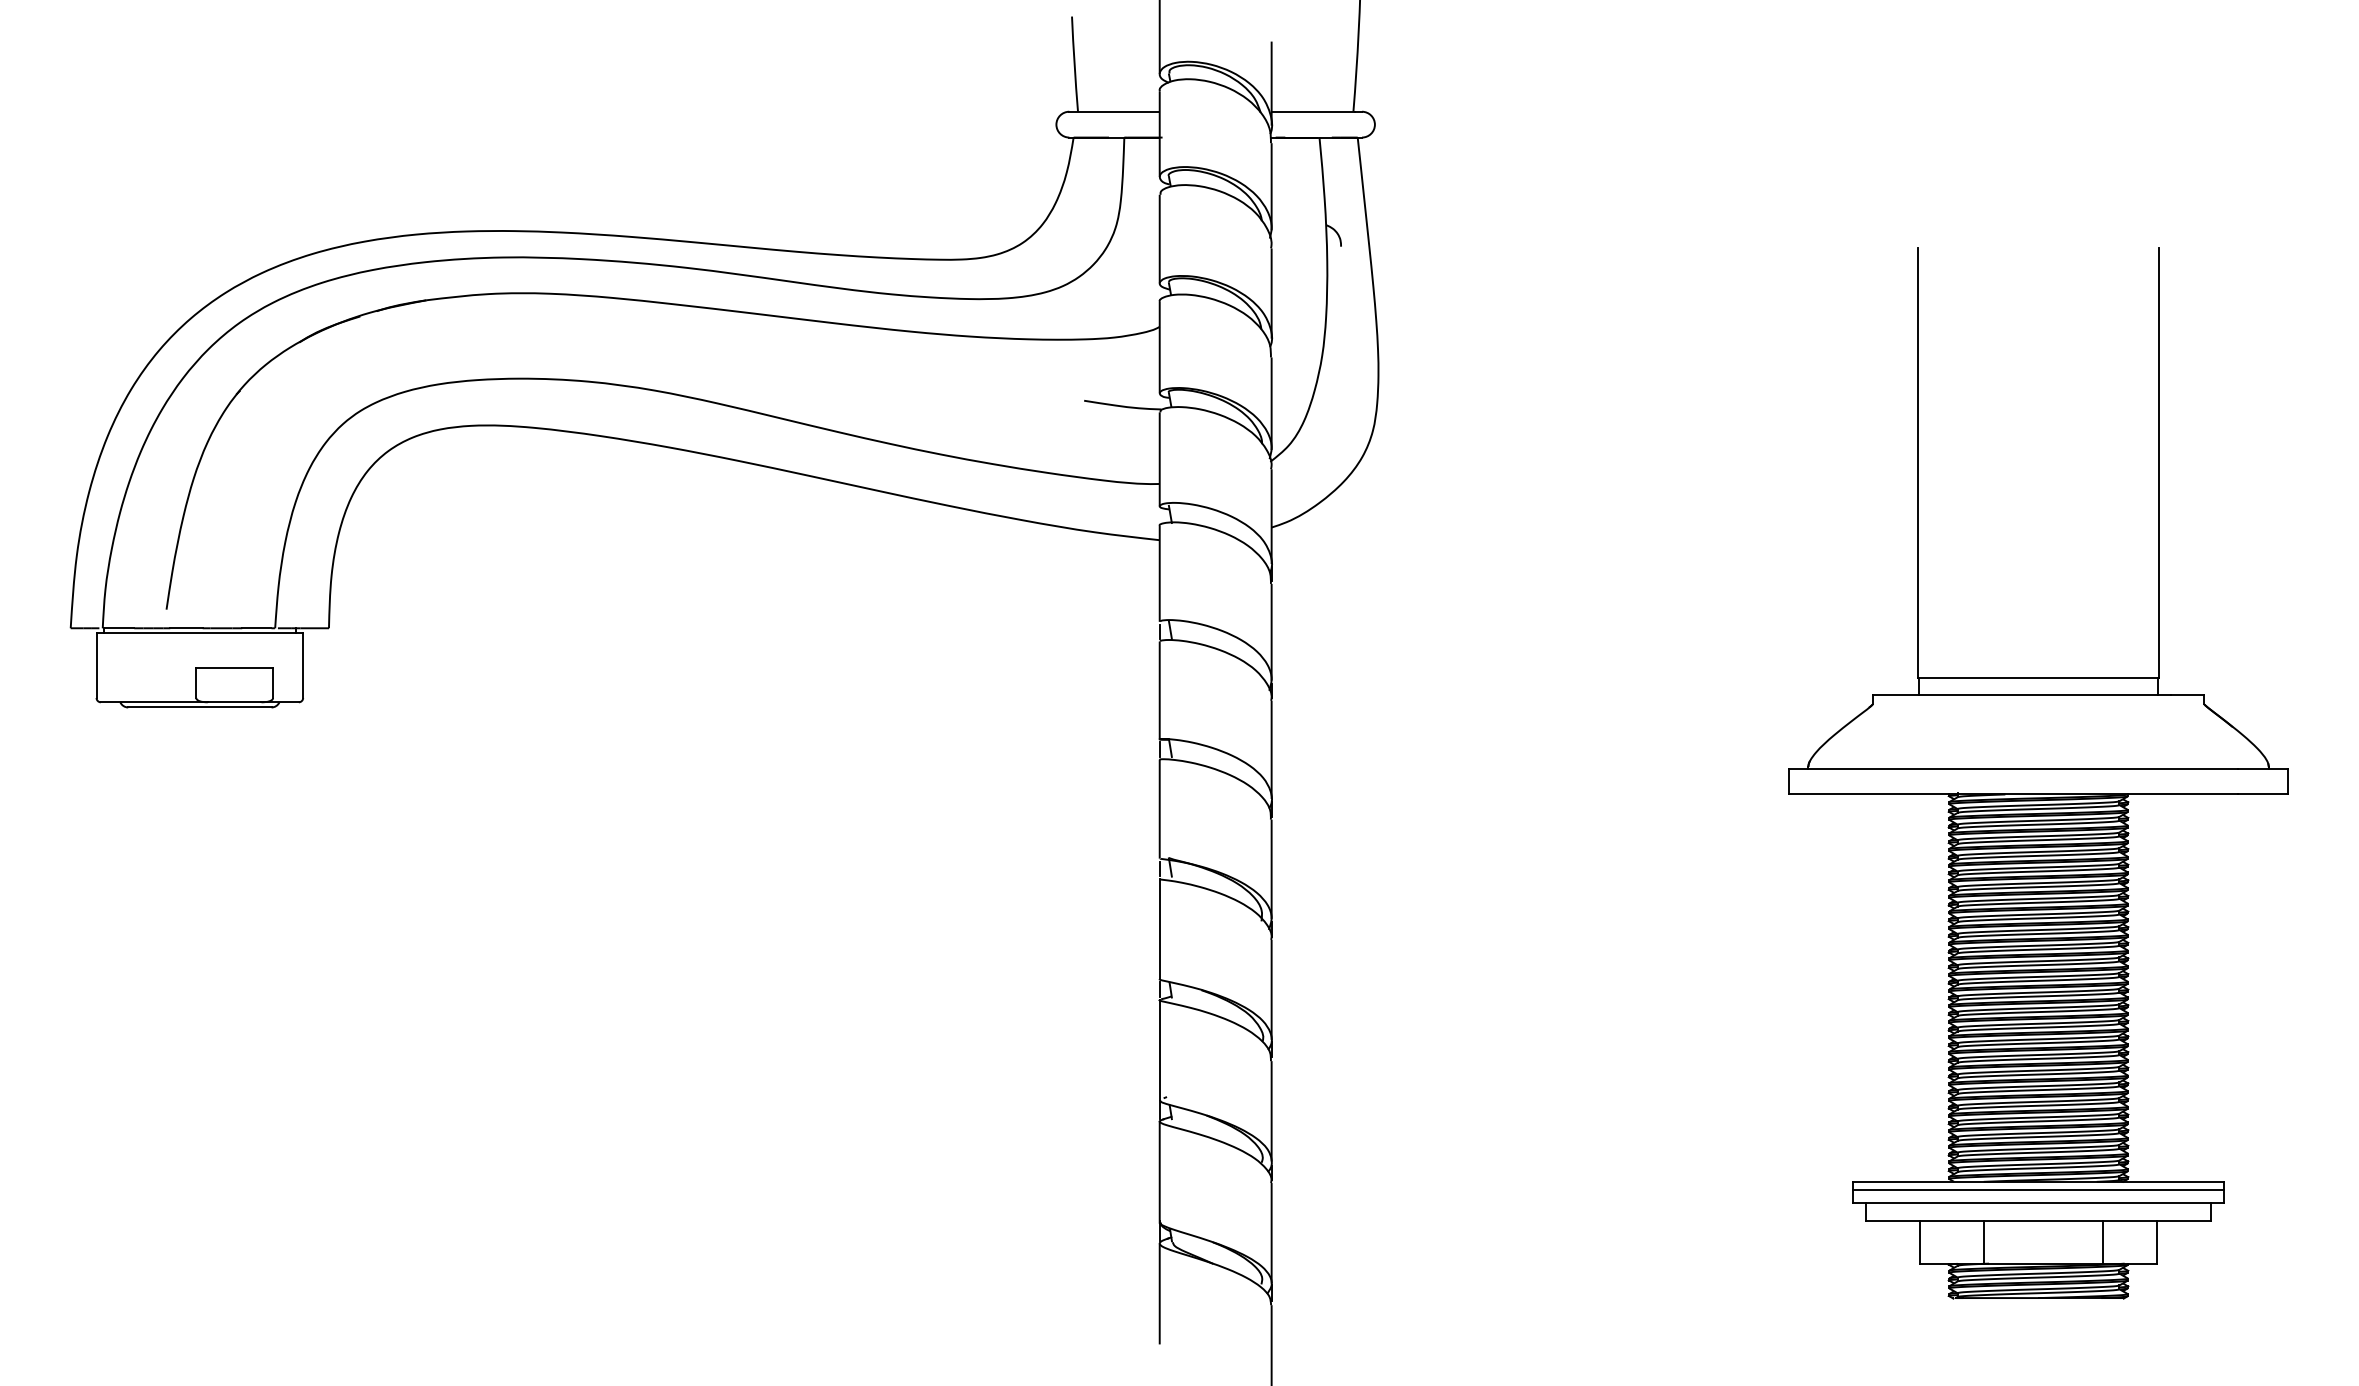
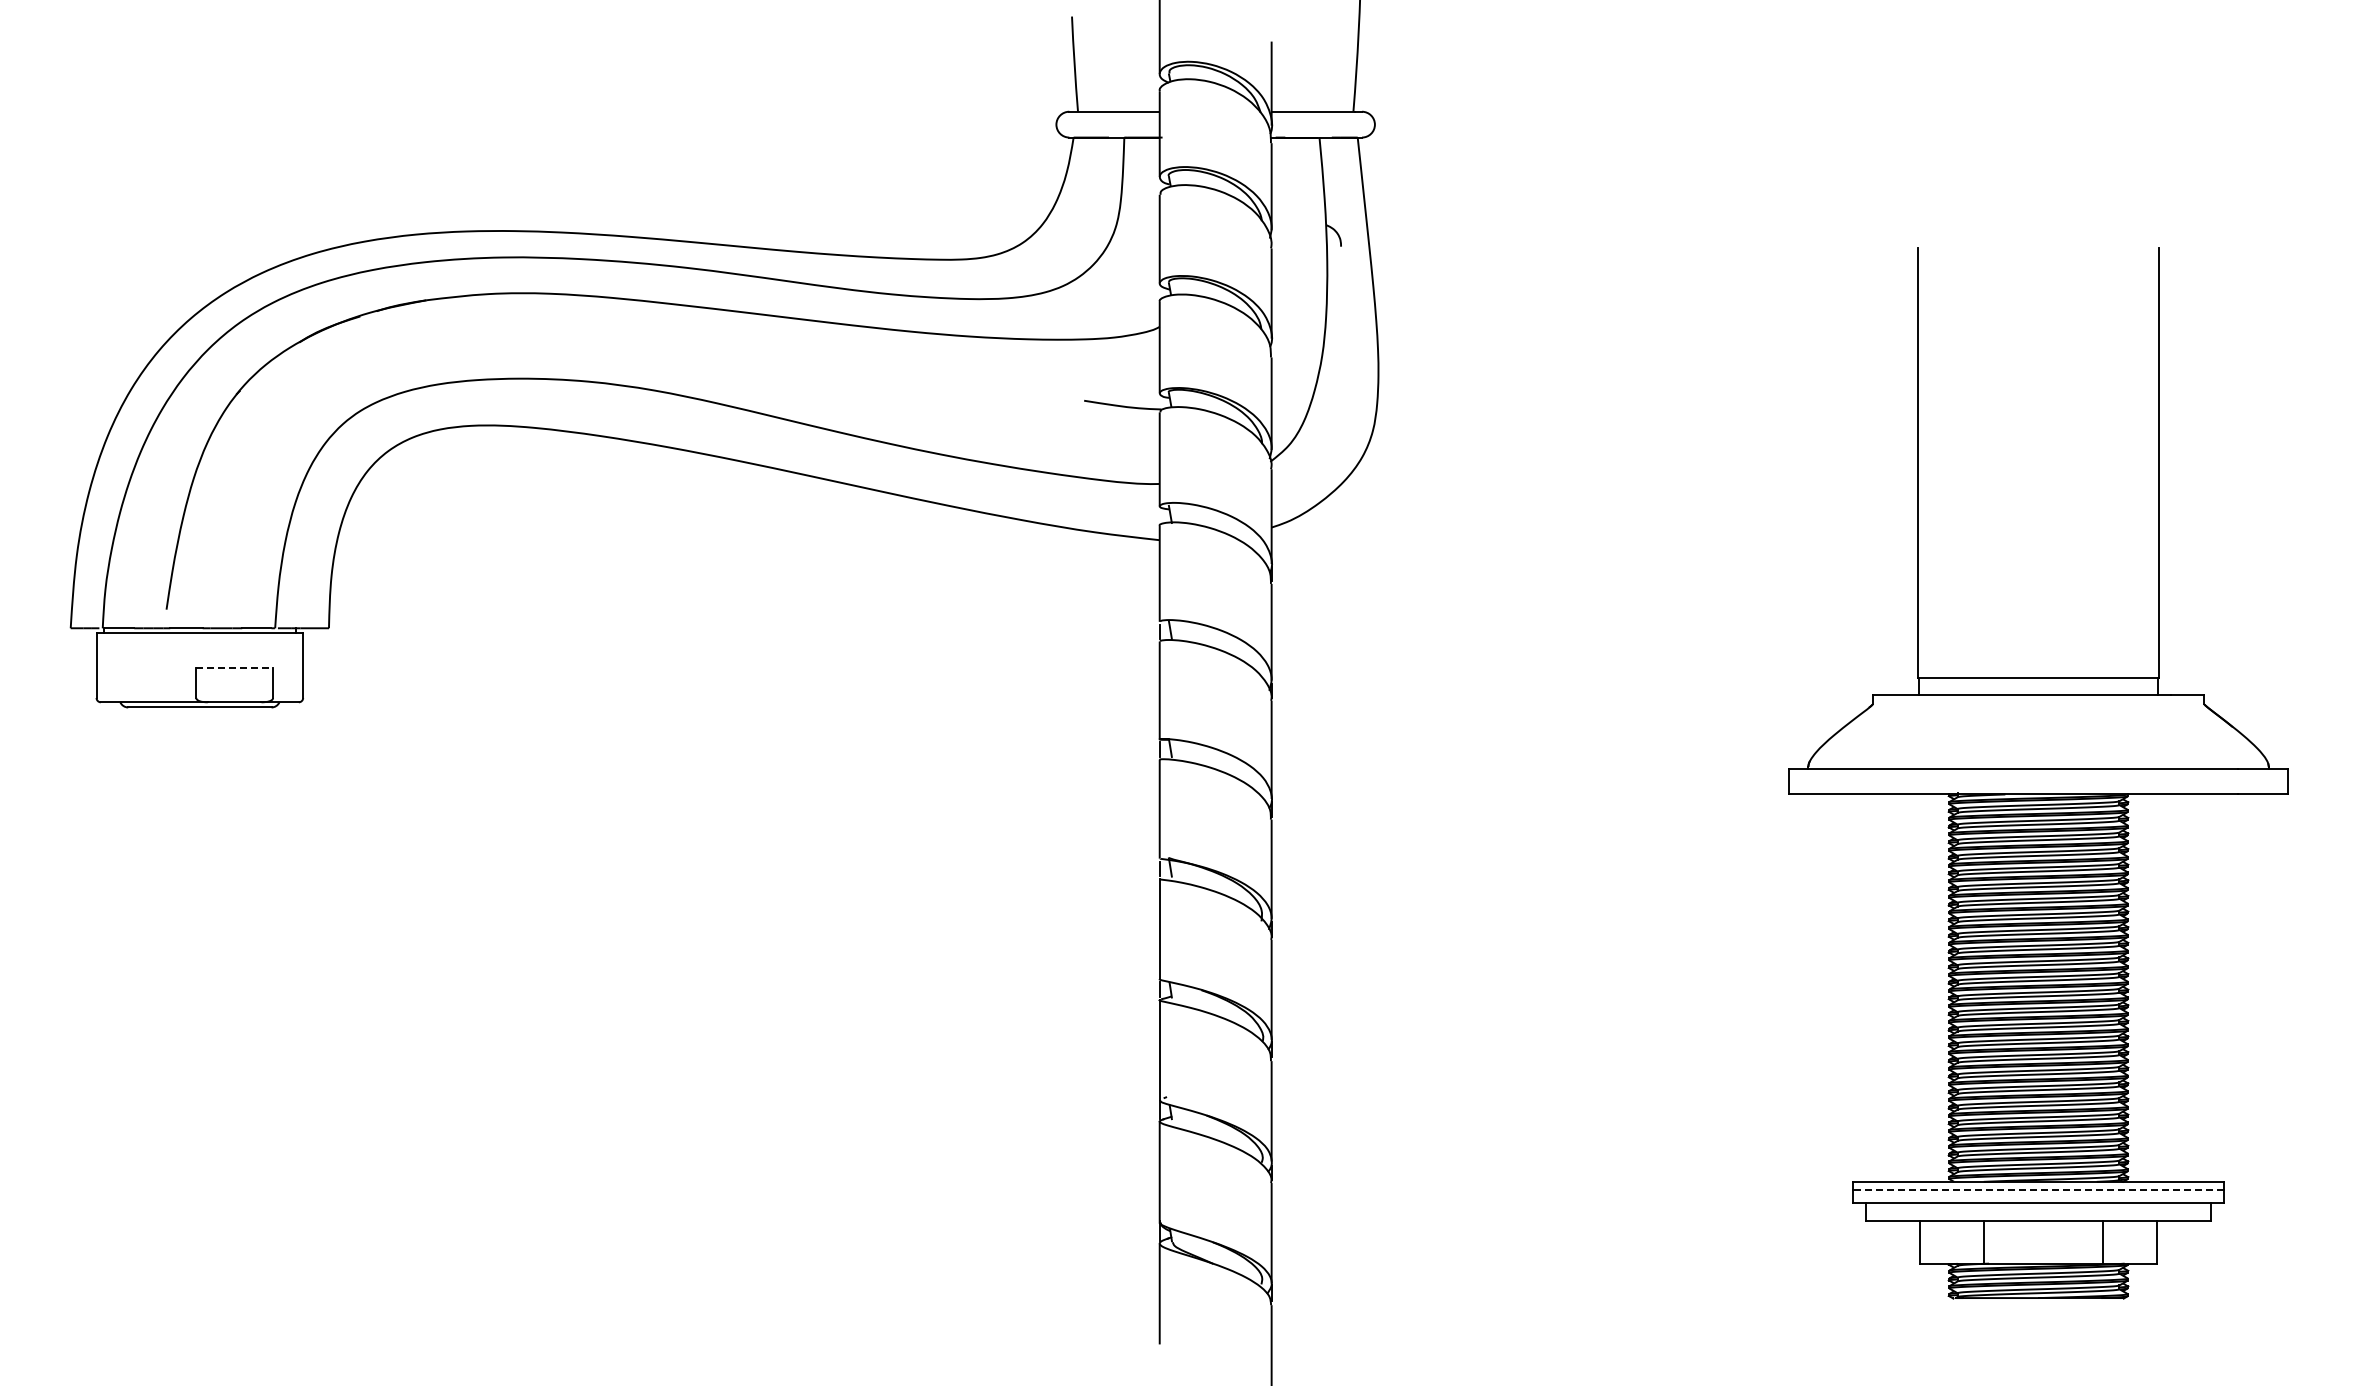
line at (235, 667): solid -> dashed
line at (2038, 1190): solid -> dashed
